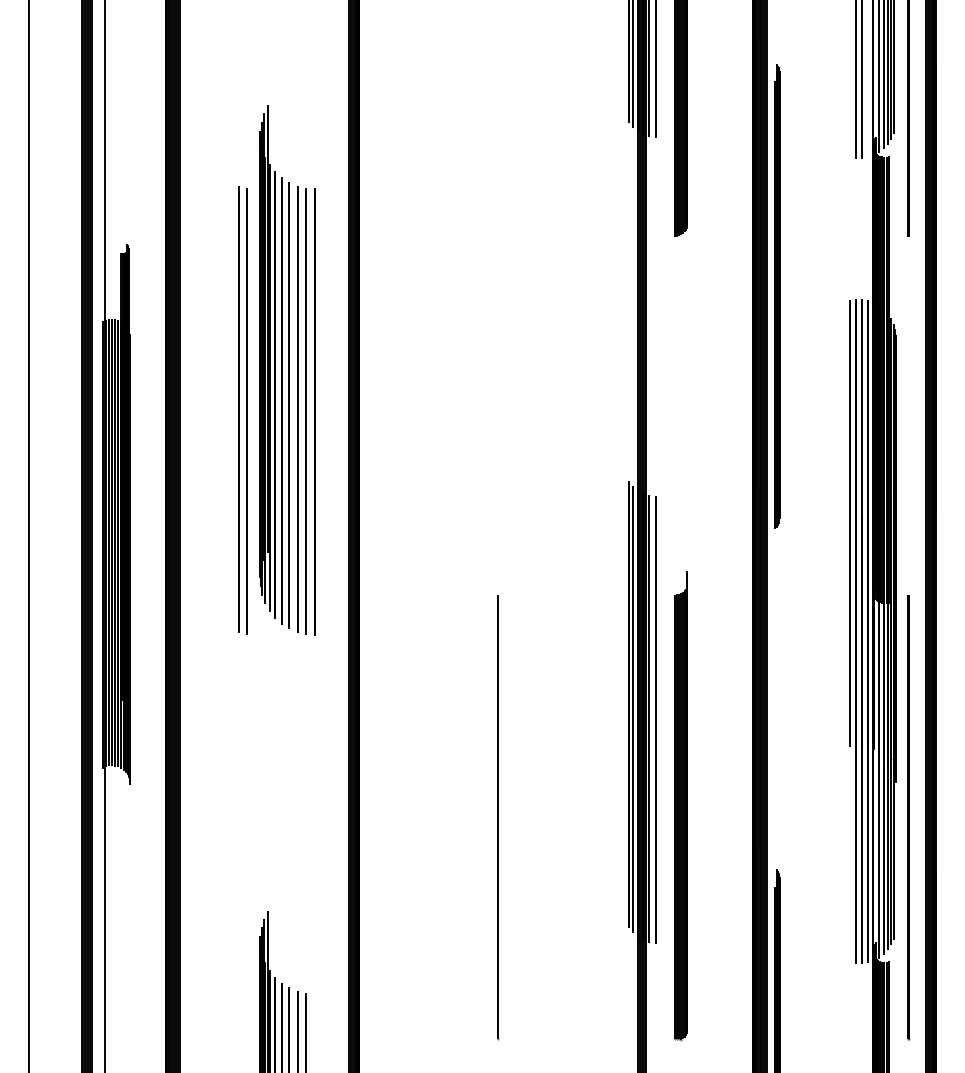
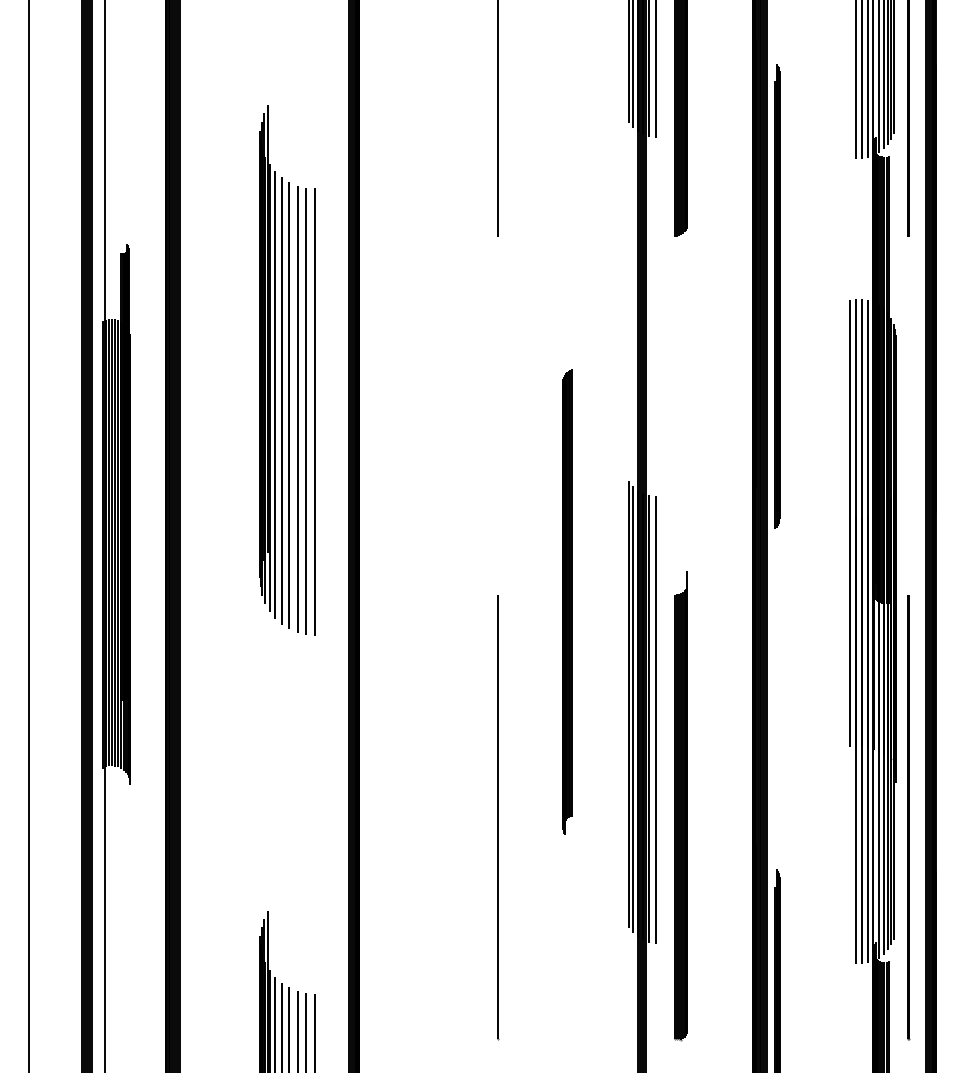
line at (867, 79): none -> present
line at (497, 119): none -> present
part at (242, 410): present -> none
part at (567, 601): none -> present
line at (315, 1031): none -> present
